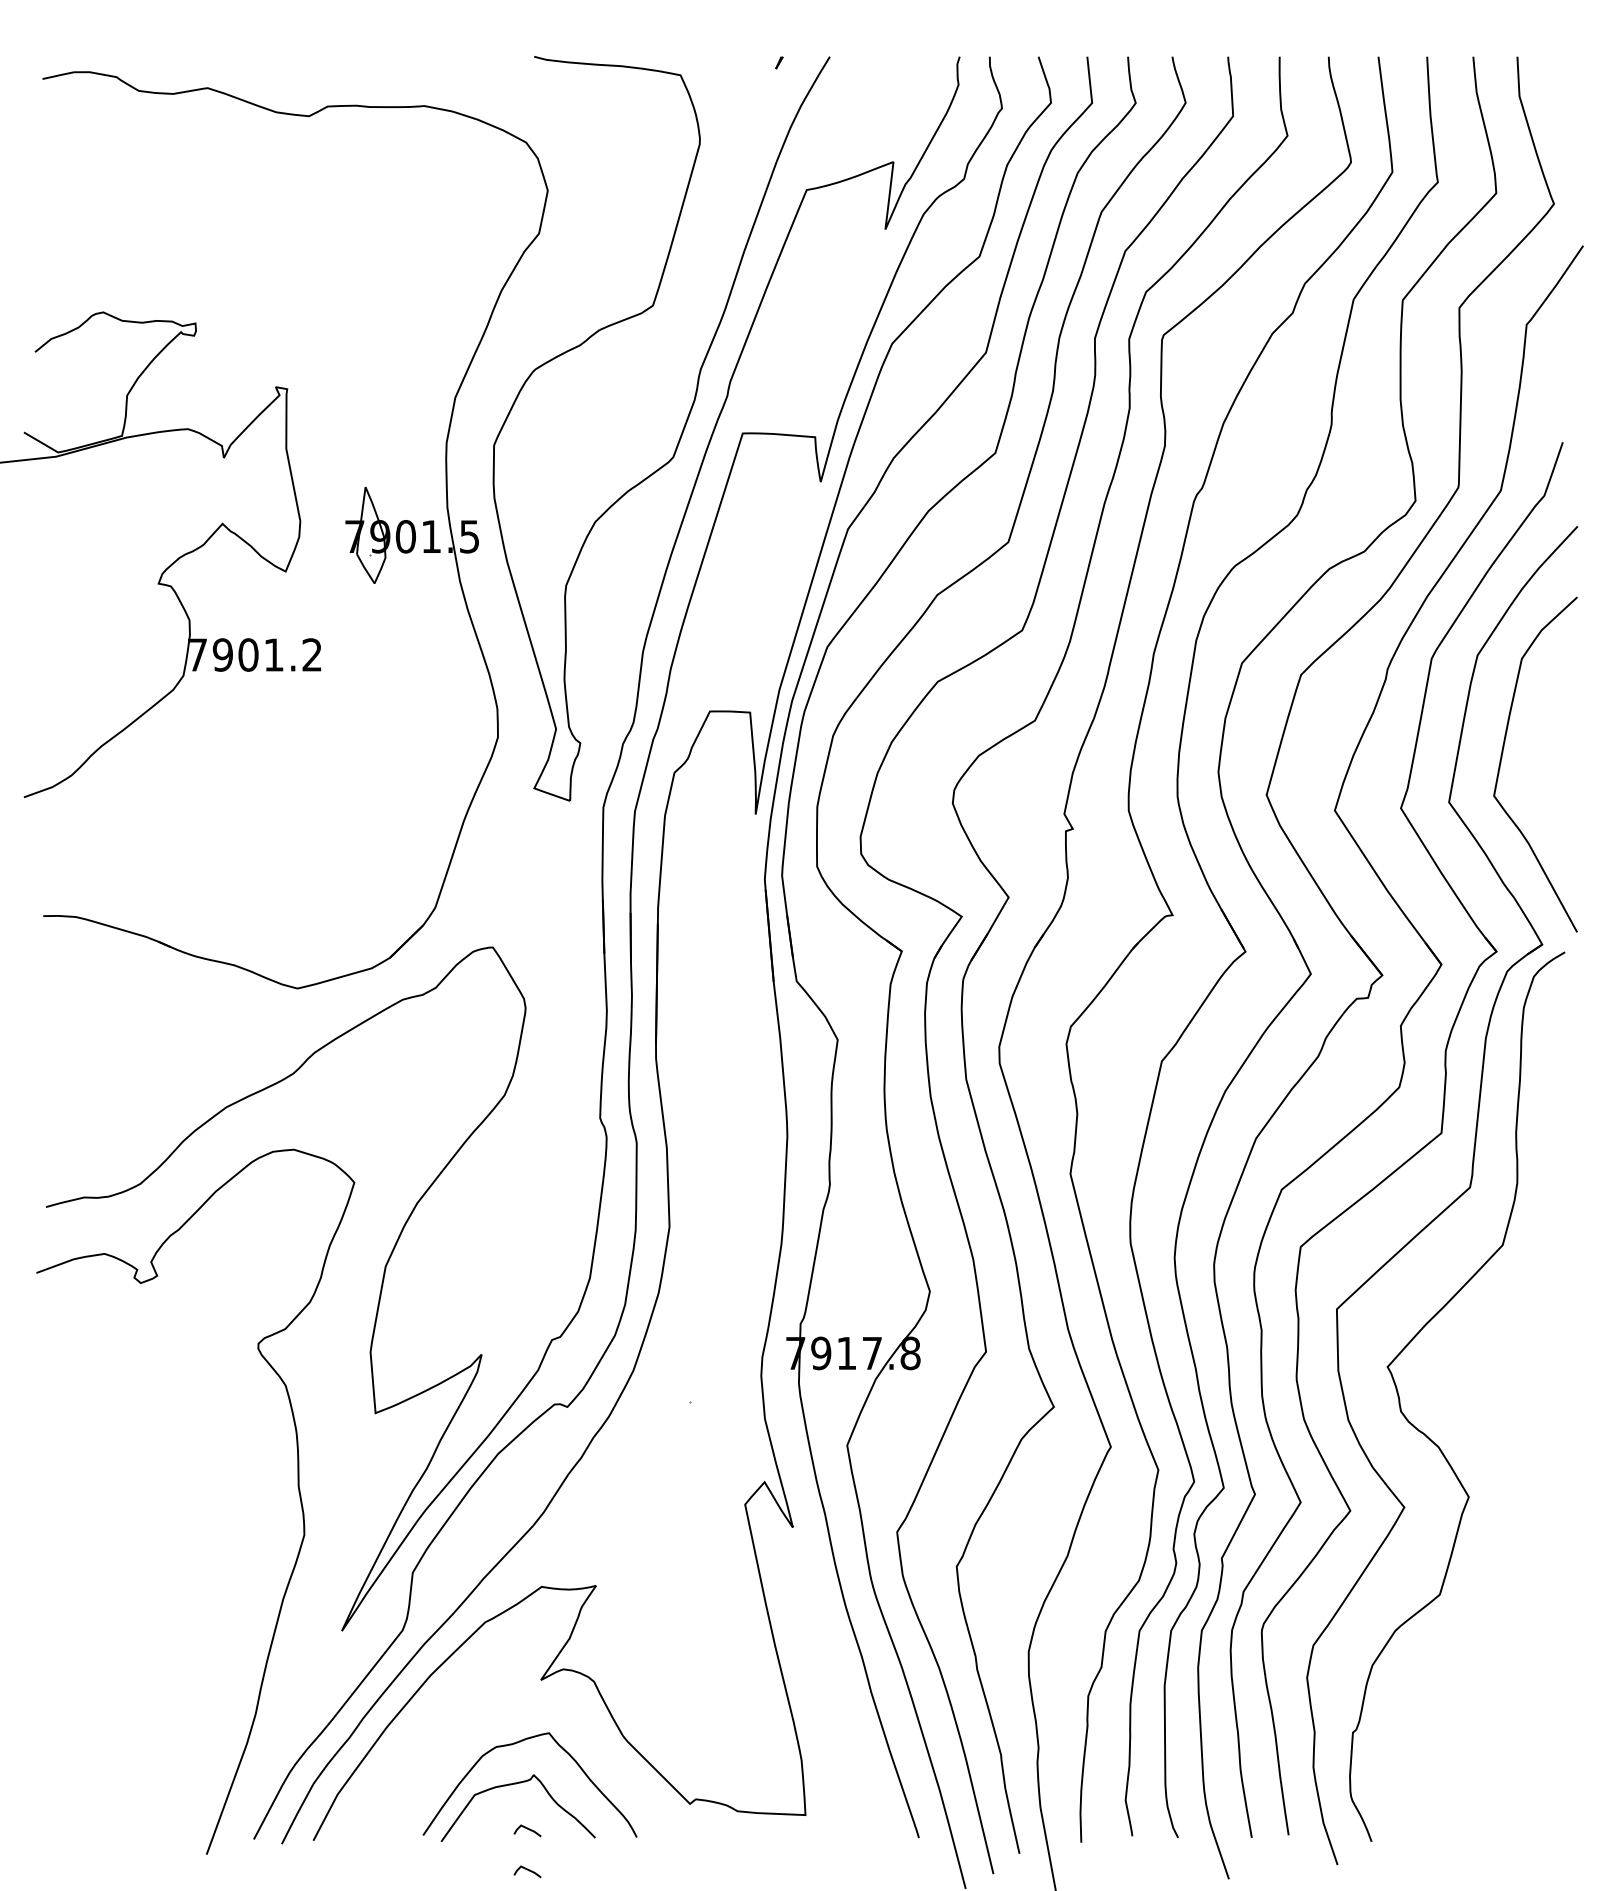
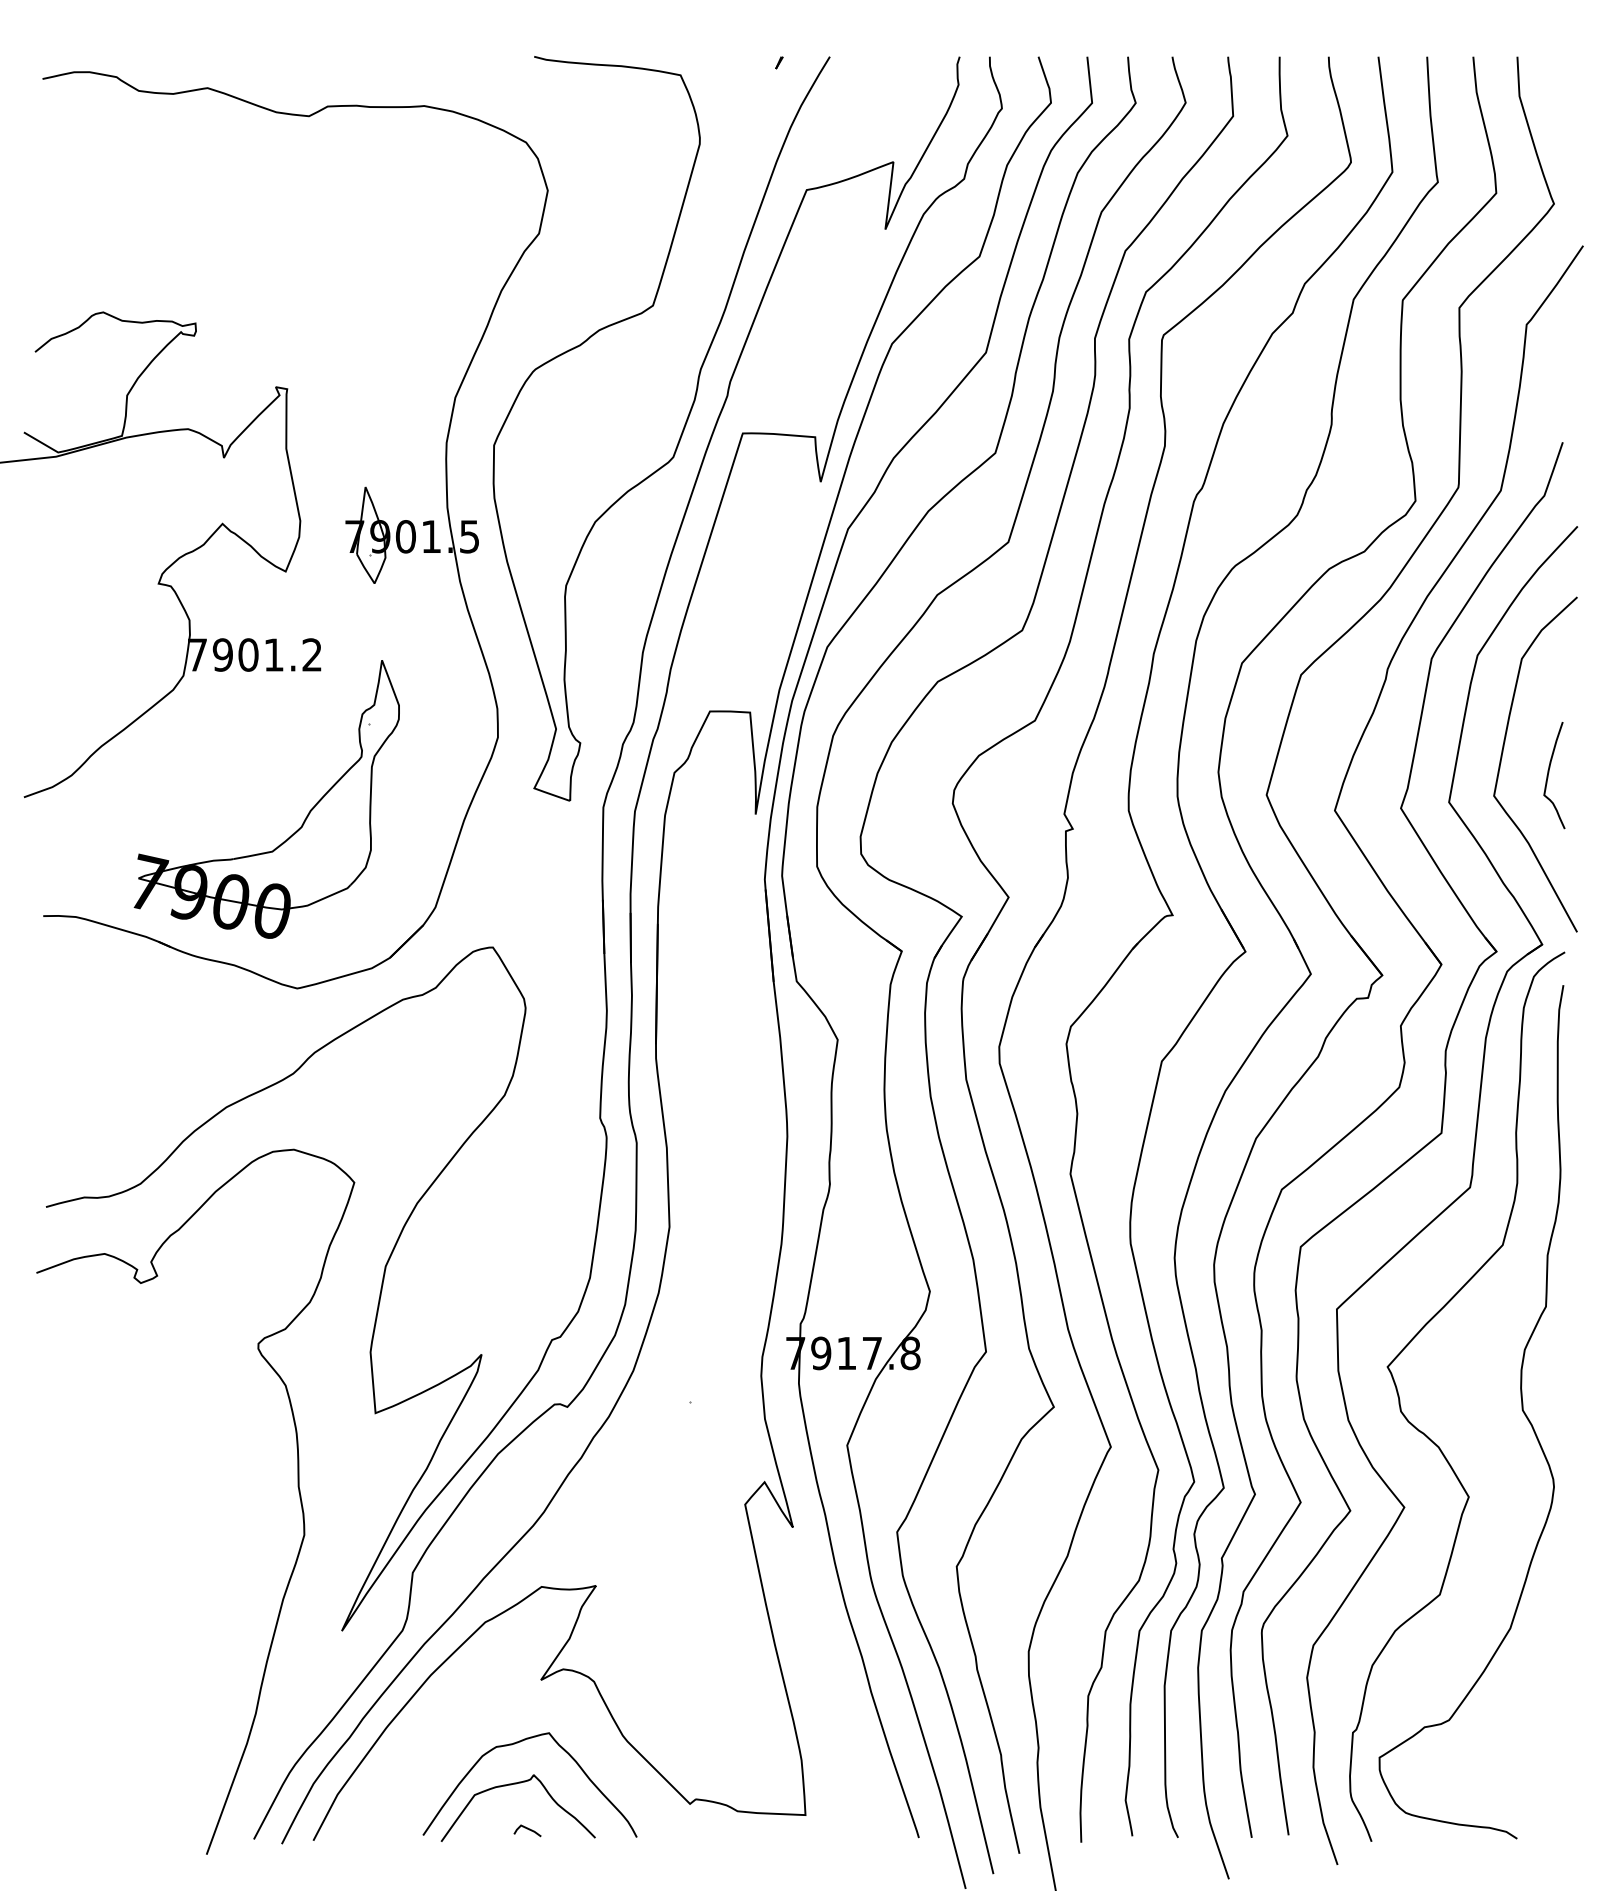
curve at (1549, 772): none -> present
part at (304, 819): none -> present
curve at (1521, 1409): none -> present
line at (527, 1870): present -> none
